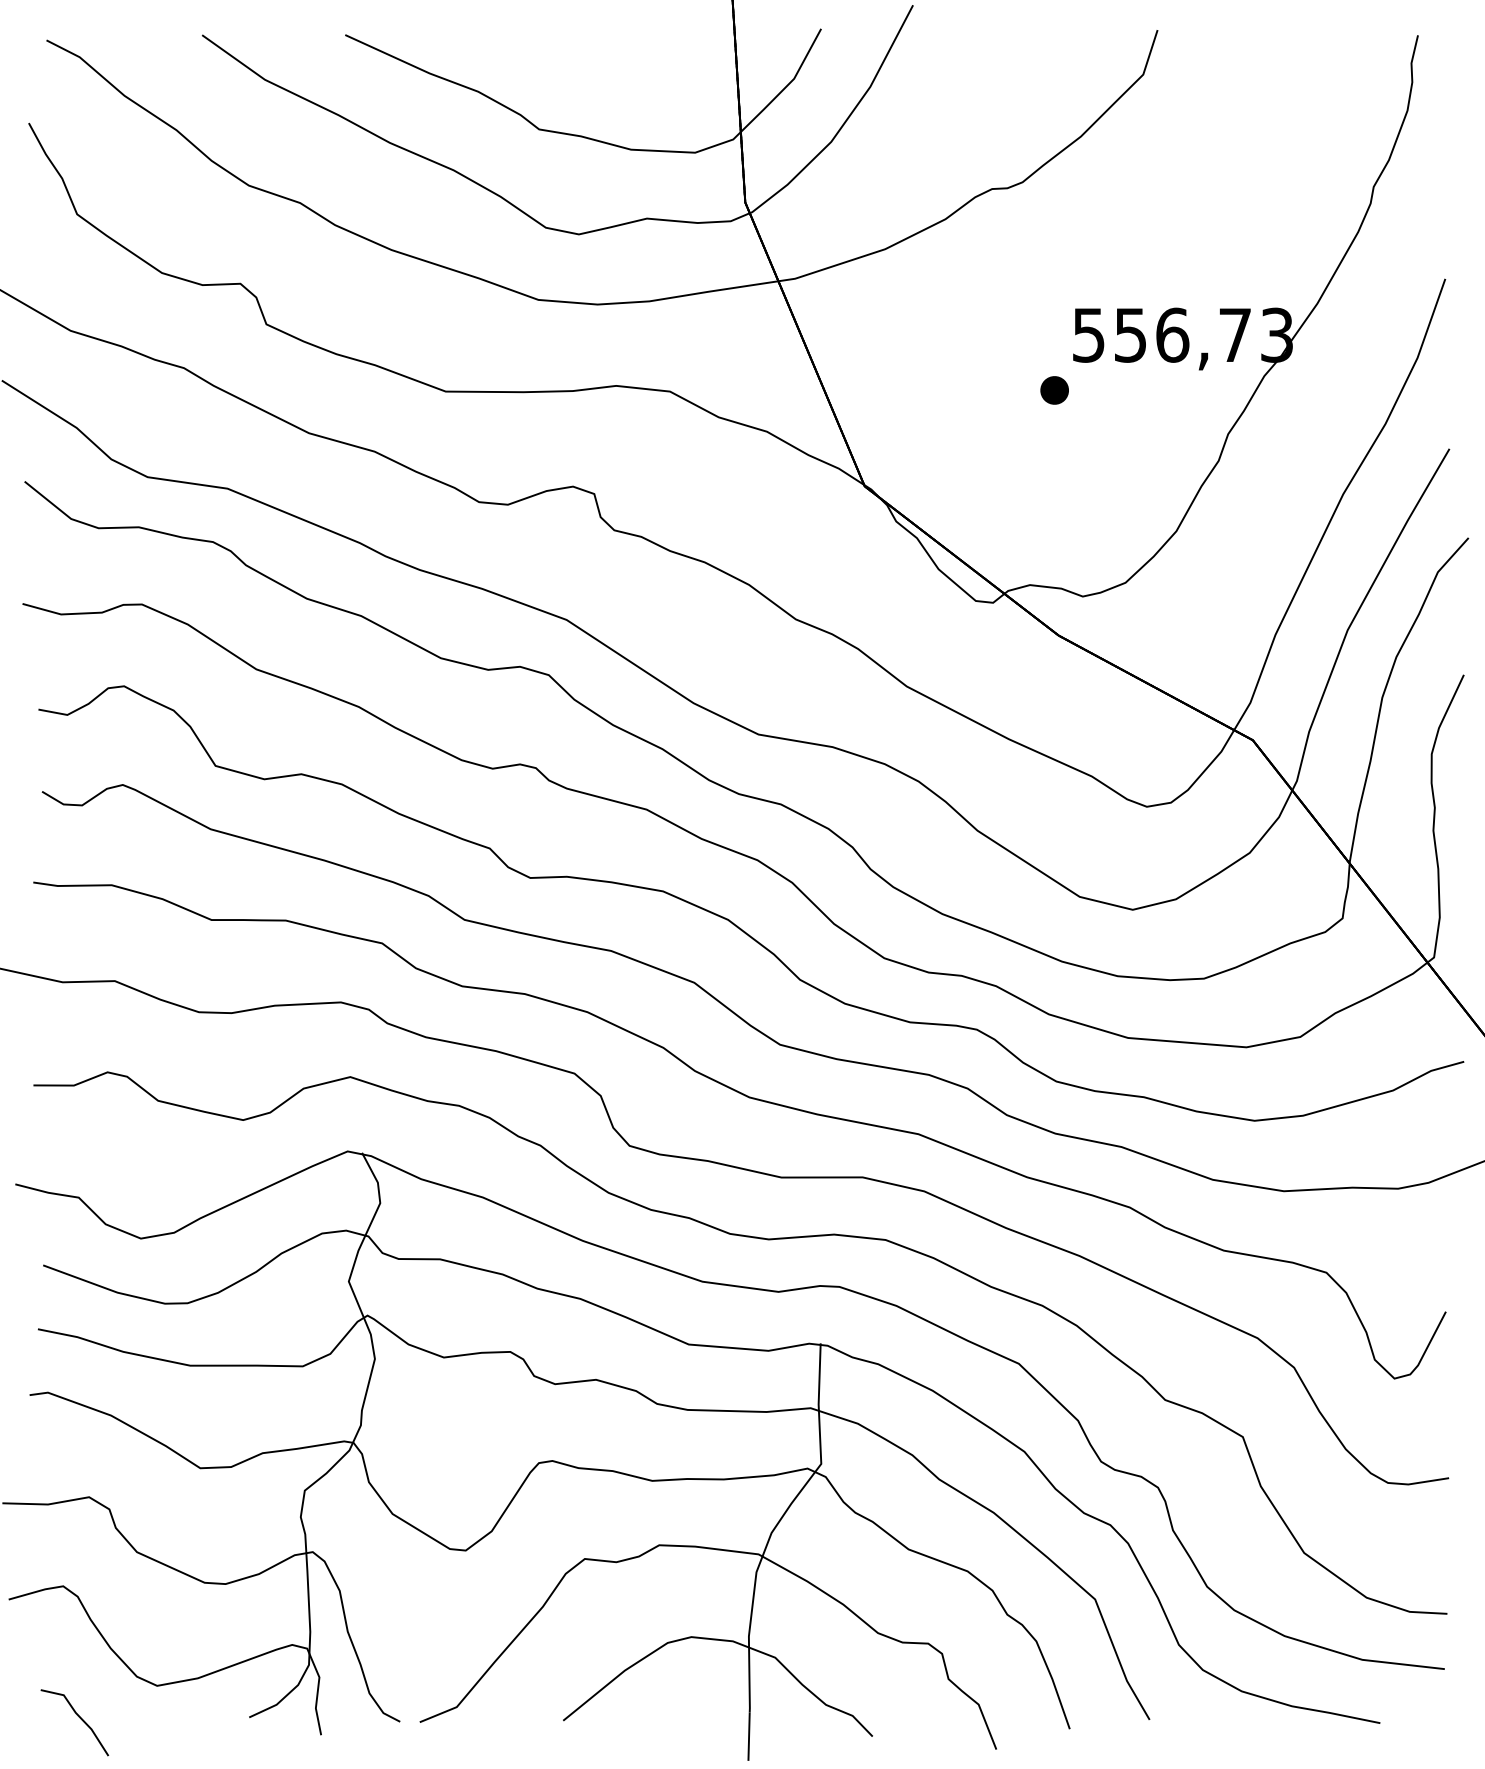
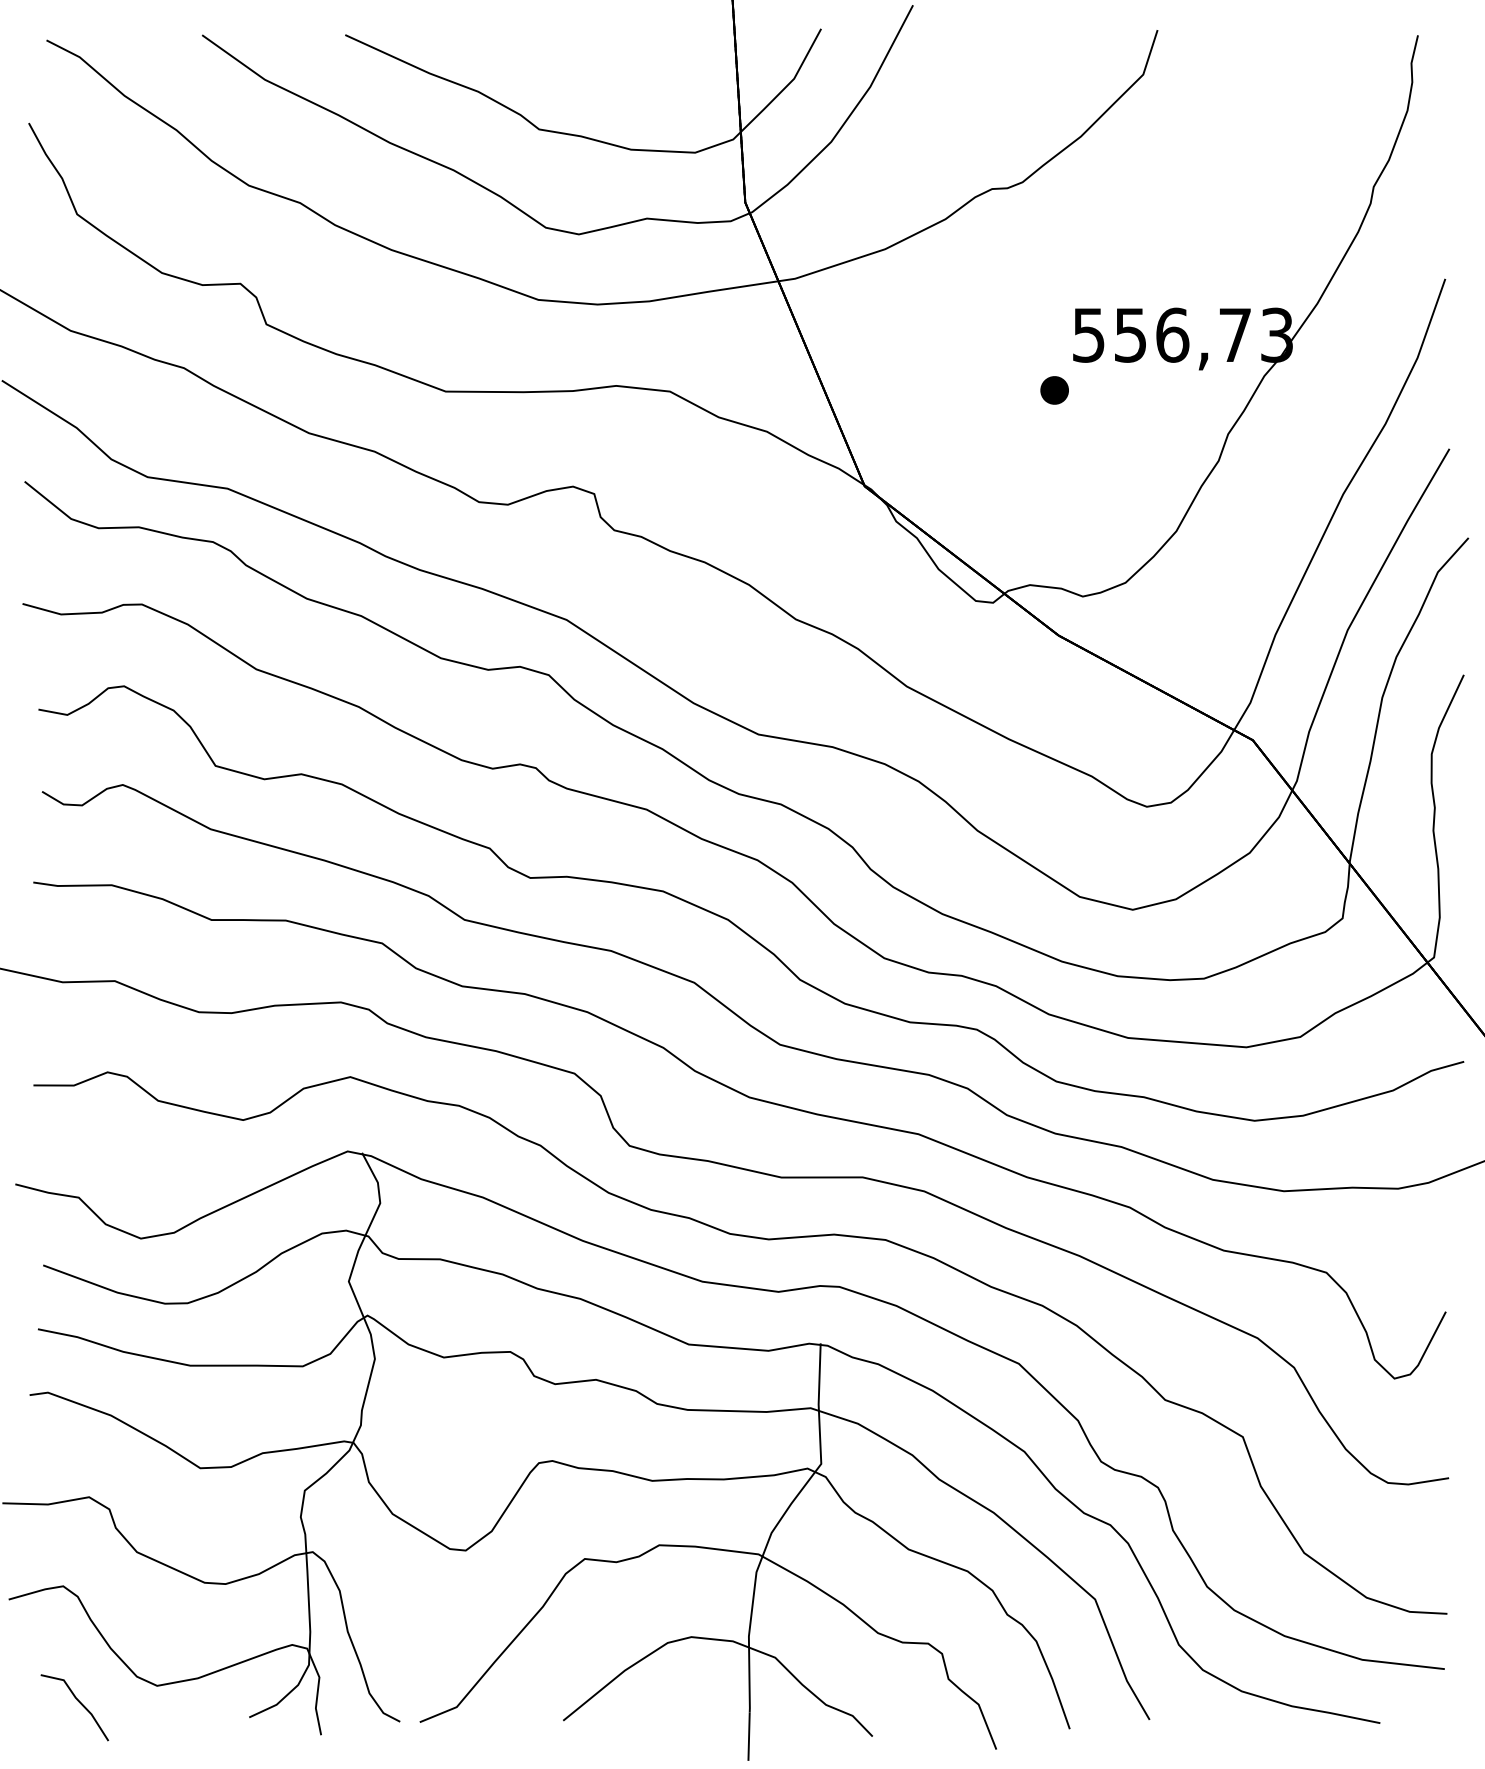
line at (78, 1717) position: (78, 1717) -> (78, 1702)
